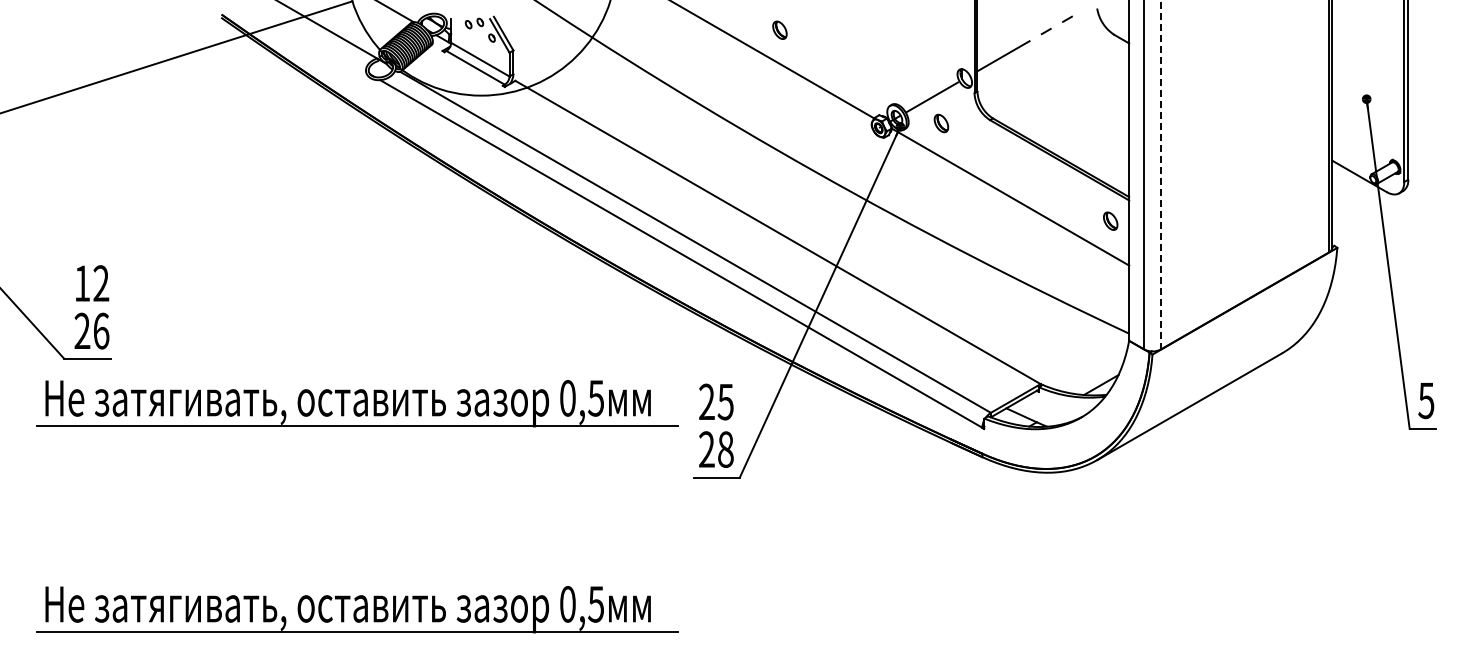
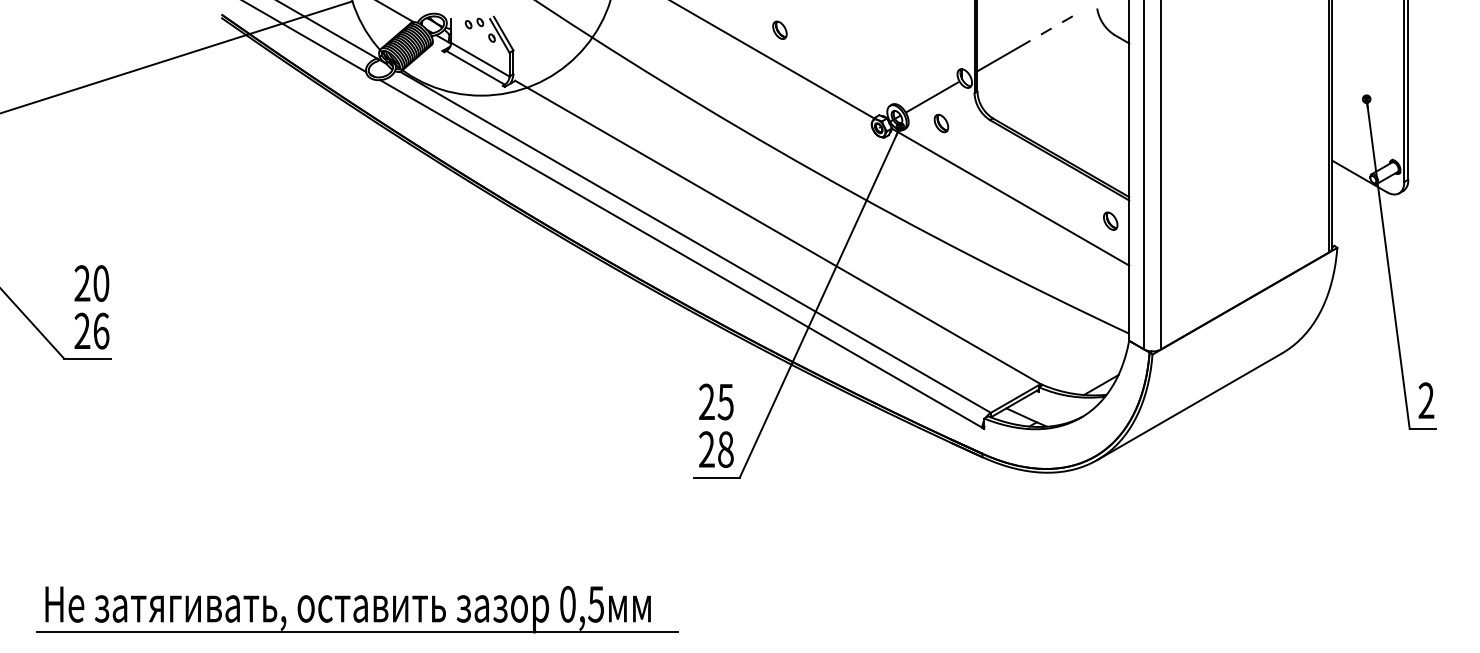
line at (305, 37): none -> present
line at (1160, 175): dashed -> solid
text at (91, 283): 12 -> 20
text at (1426, 400): 5 -> 2
part at (357, 403): present -> none
